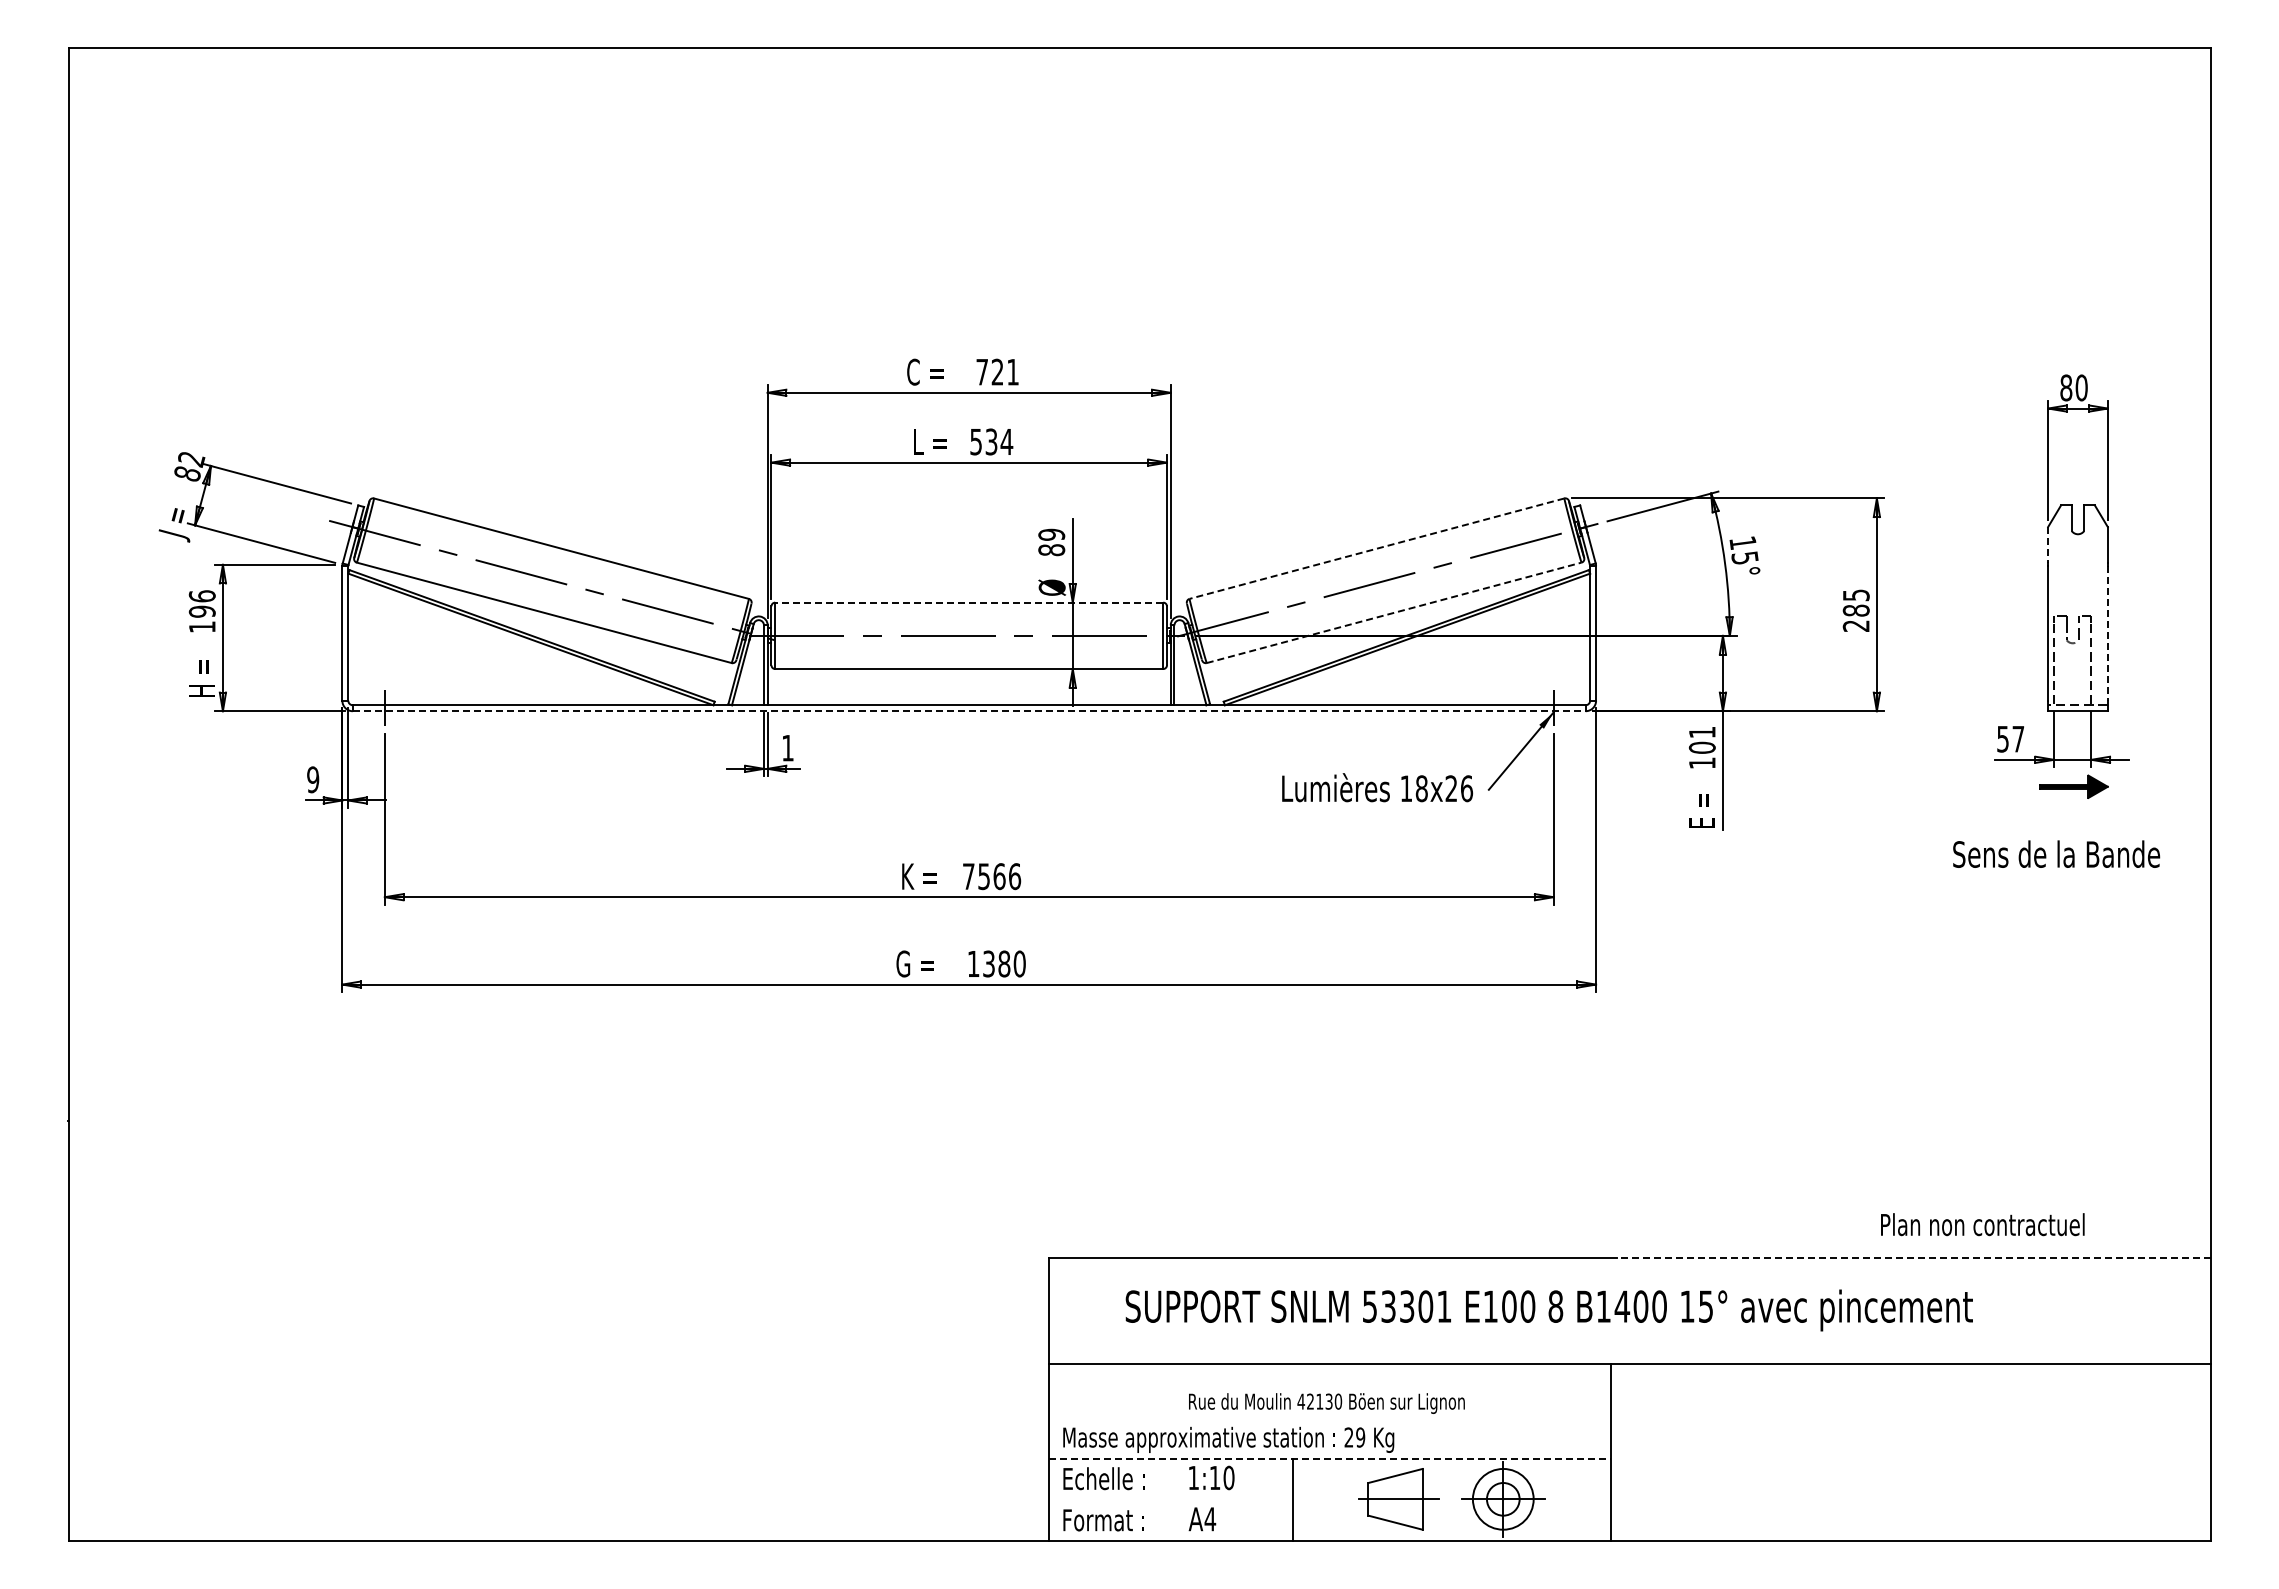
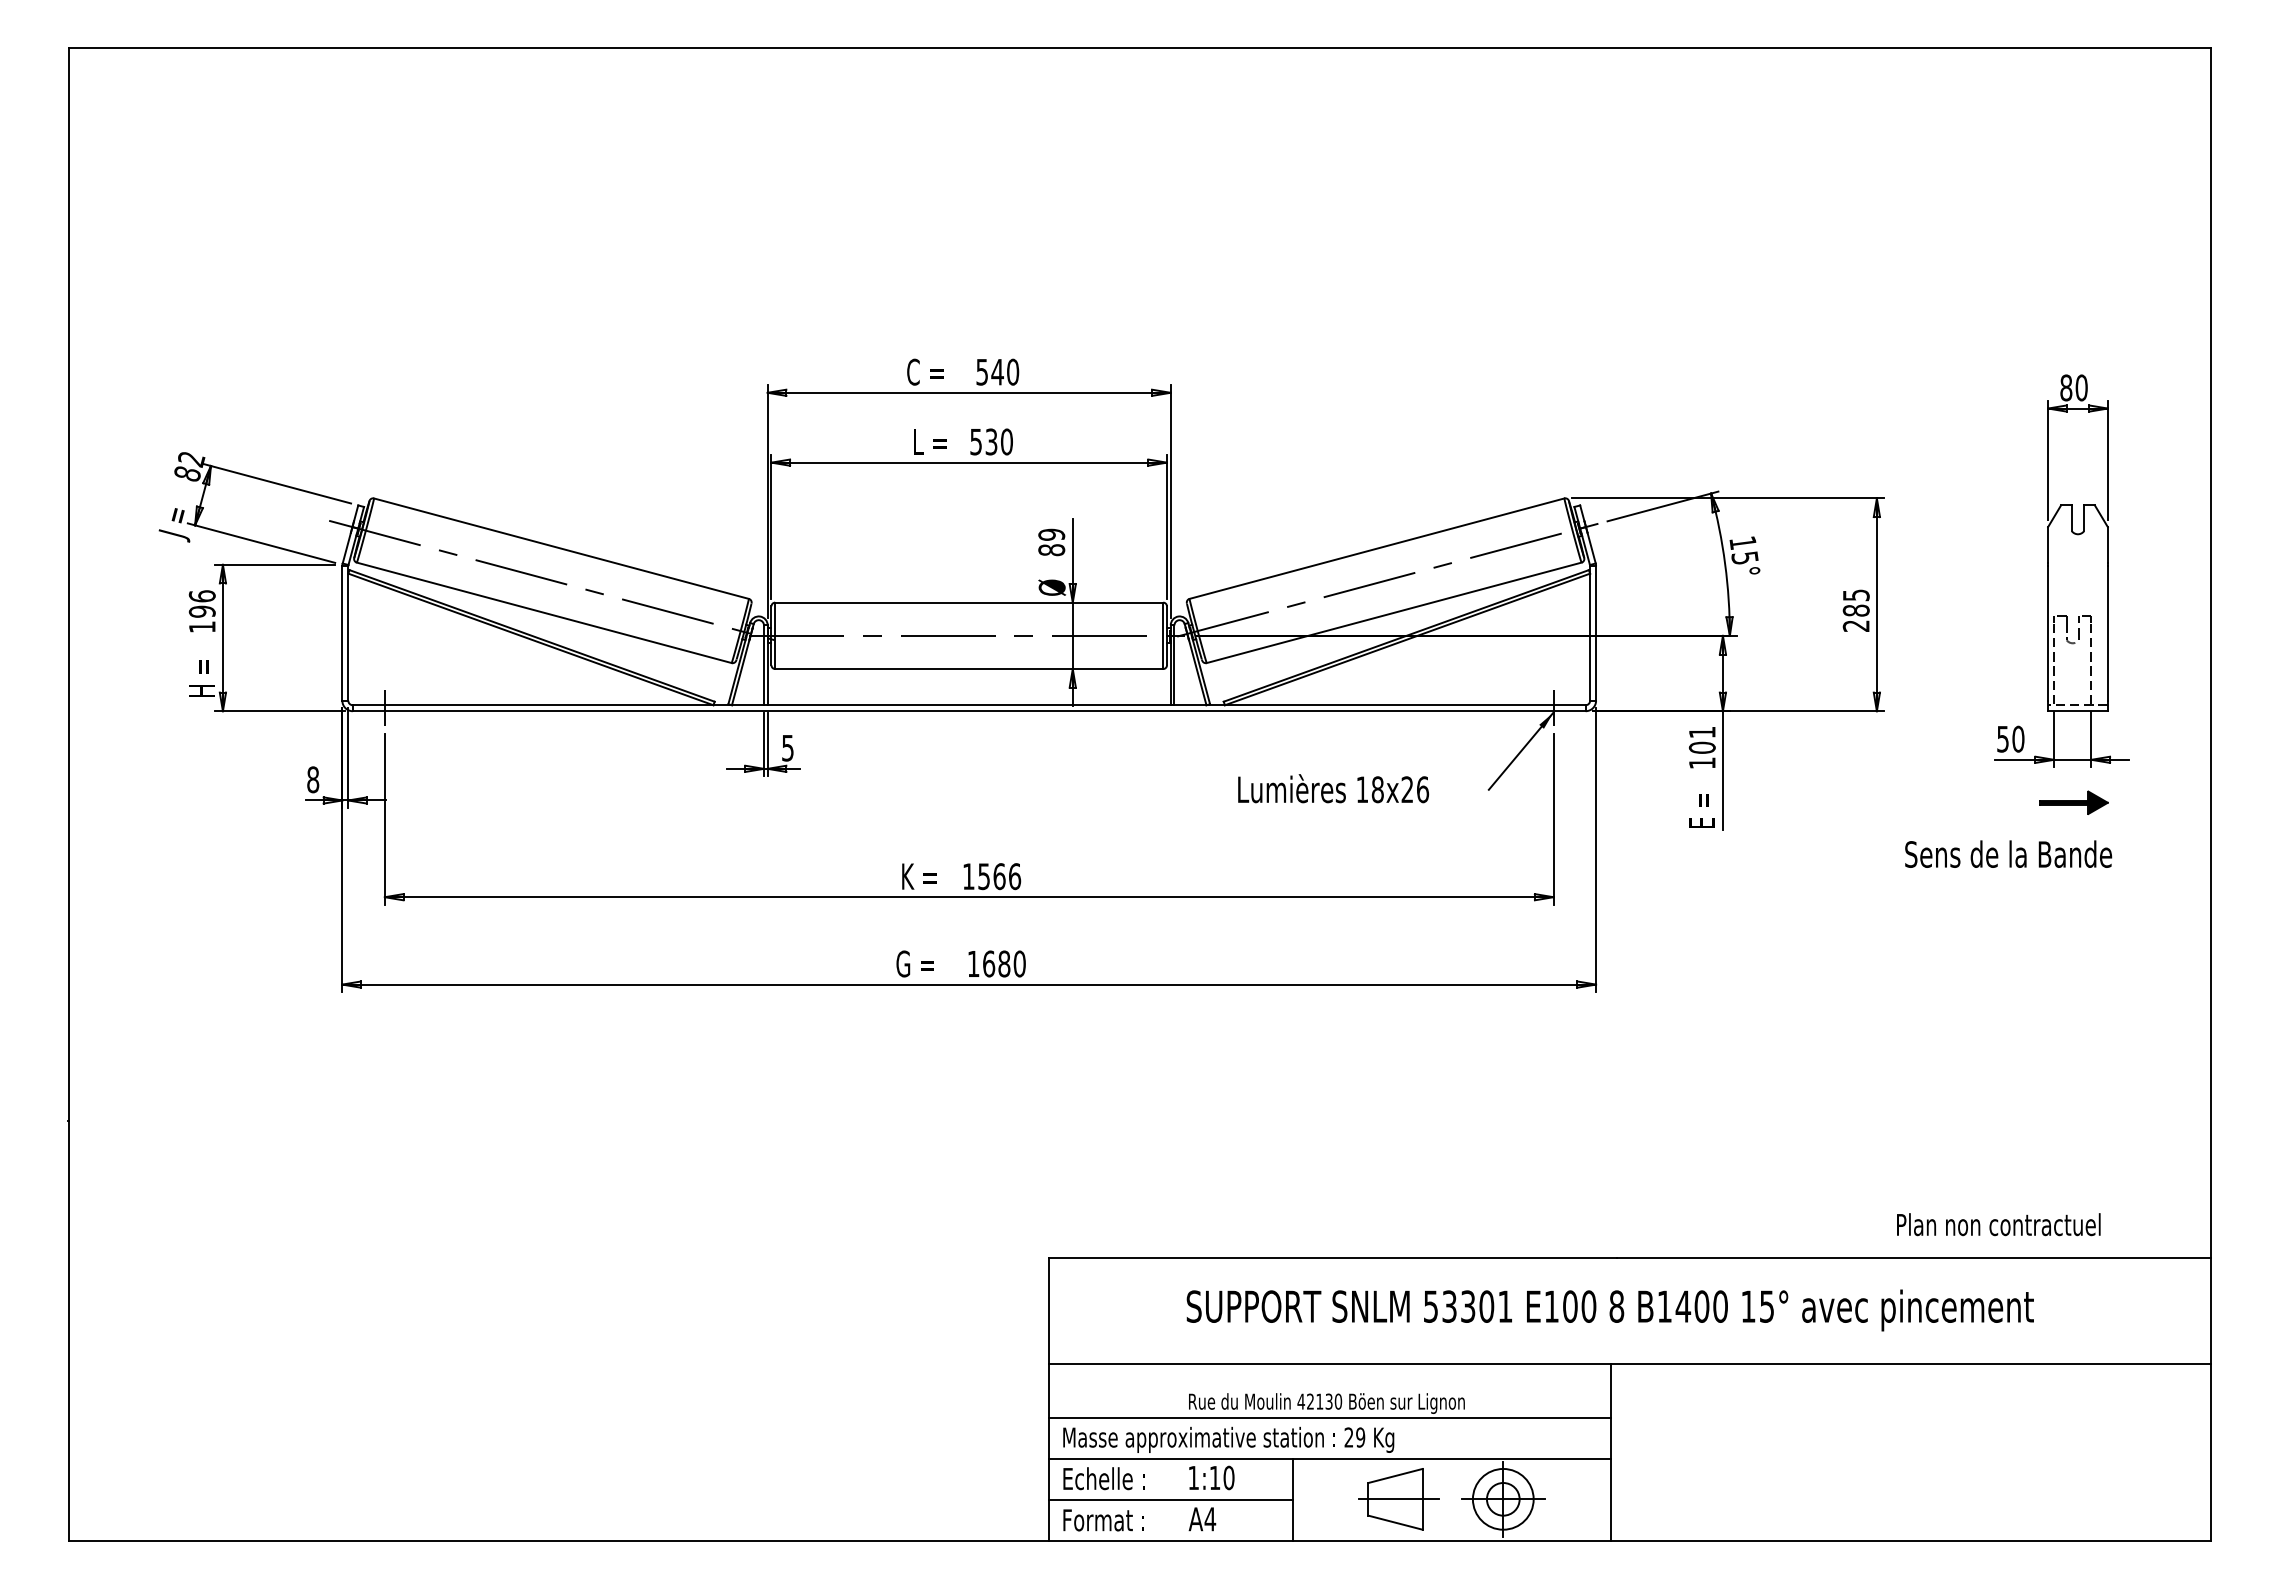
text at (997, 371): 721 -> 540
text at (1006, 441): 534 -> 530
line at (2048, 545): dashed -> solid
line at (1376, 548): dashed -> solid
line at (968, 602): dashed -> solid
line at (1394, 612): dashed -> solid
line at (2107, 633): dashed -> solid
line at (969, 711): dashed -> solid
text at (2018, 738): 57 -> 50
text at (787, 748): 1 -> 5
text at (313, 779): 9 -> 8
part at (2073, 786) position: (2073, 786) -> (2073, 802)
text at (1377, 787) position: (1377, 787) -> (1333, 788)
text at (2056, 853) position: (2056, 853) -> (2008, 853)
text at (968, 876): 7566 -> 1566
text at (989, 963): 1380 -> 1680
text at (1982, 1224) position: (1982, 1224) -> (1998, 1224)
line at (1913, 1257): dashed -> solid
text at (1548, 1310) position: (1548, 1310) -> (1609, 1310)
line at (1330, 1418): none -> present
line at (1330, 1459): dashed -> solid
line at (1170, 1500): none -> present
